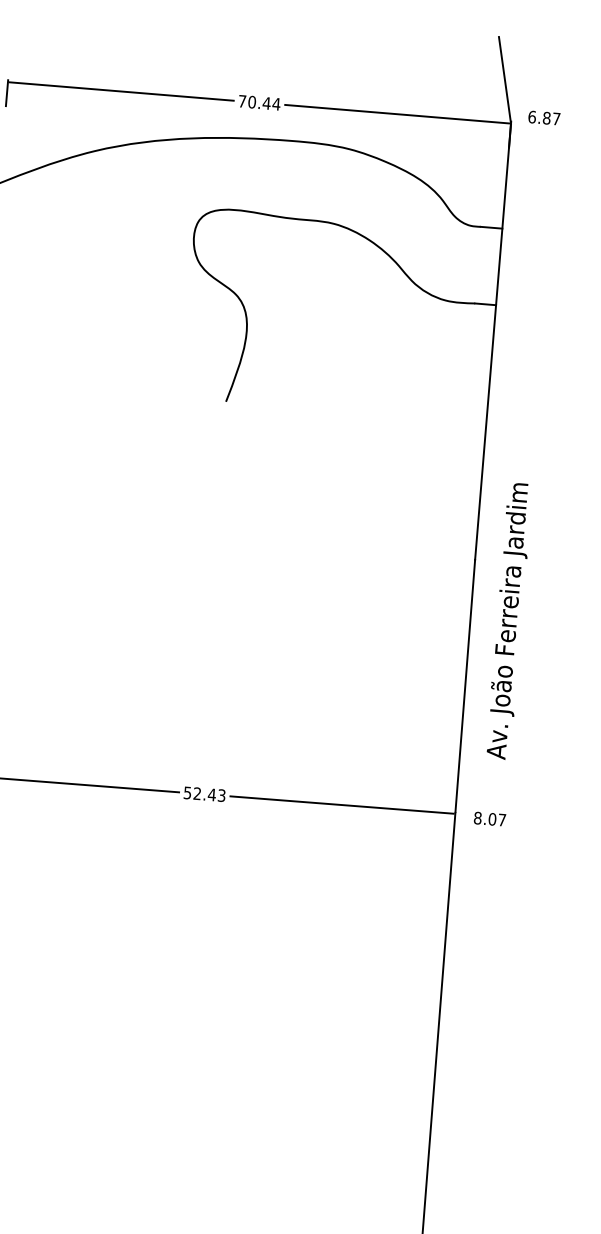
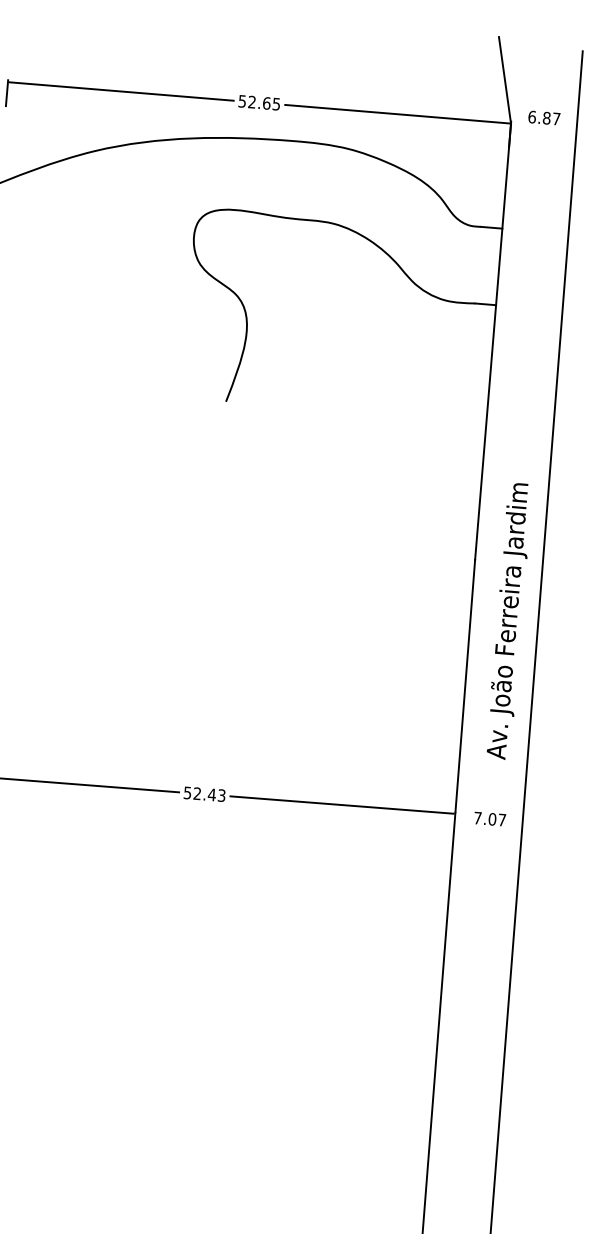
text at (259, 102): 70.44 -> 52.65
line at (536, 640): none -> present
text at (477, 817): 8.07 -> 7.07
